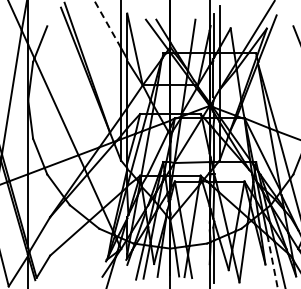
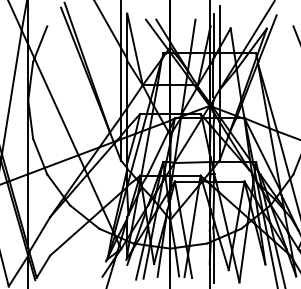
line at (107, 23): dashed -> solid
line at (272, 261): dashed -> solid
